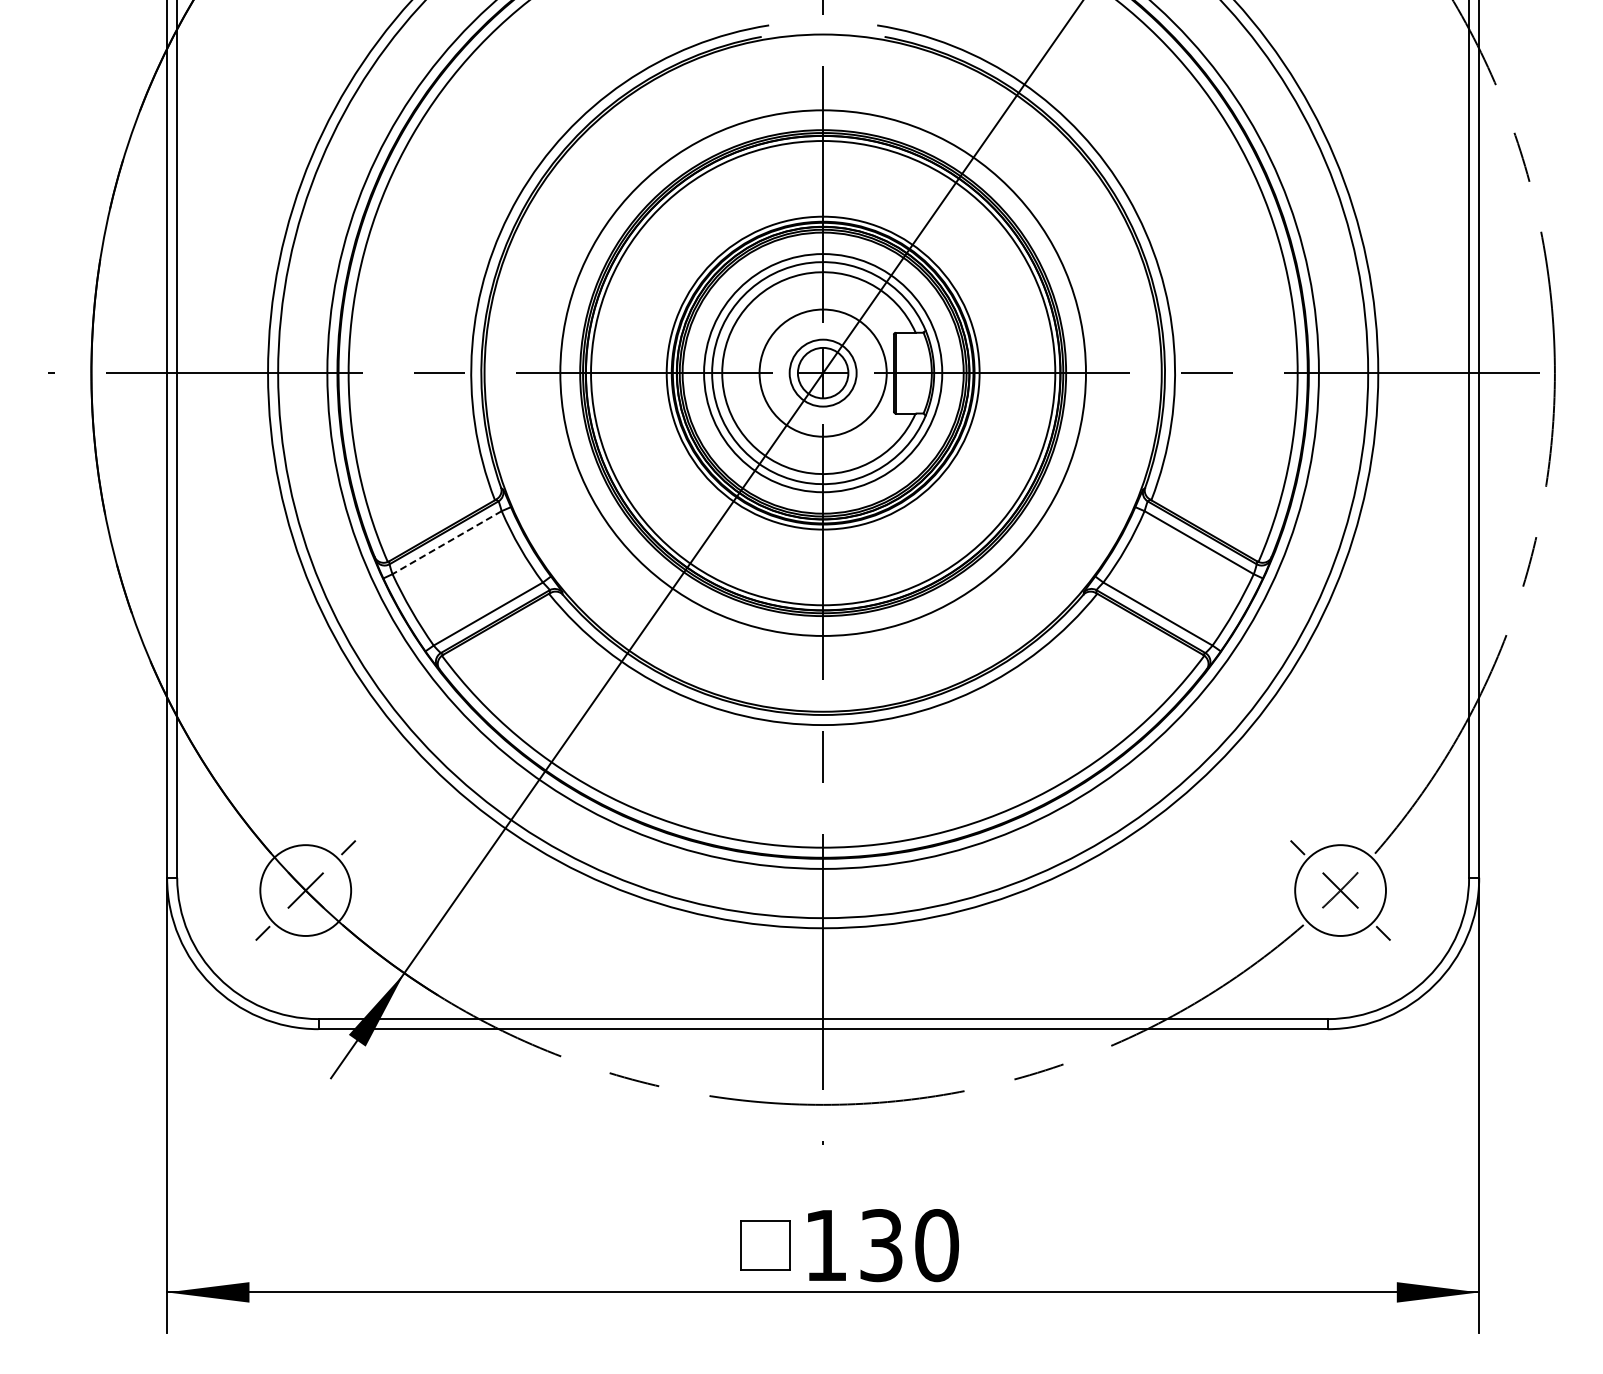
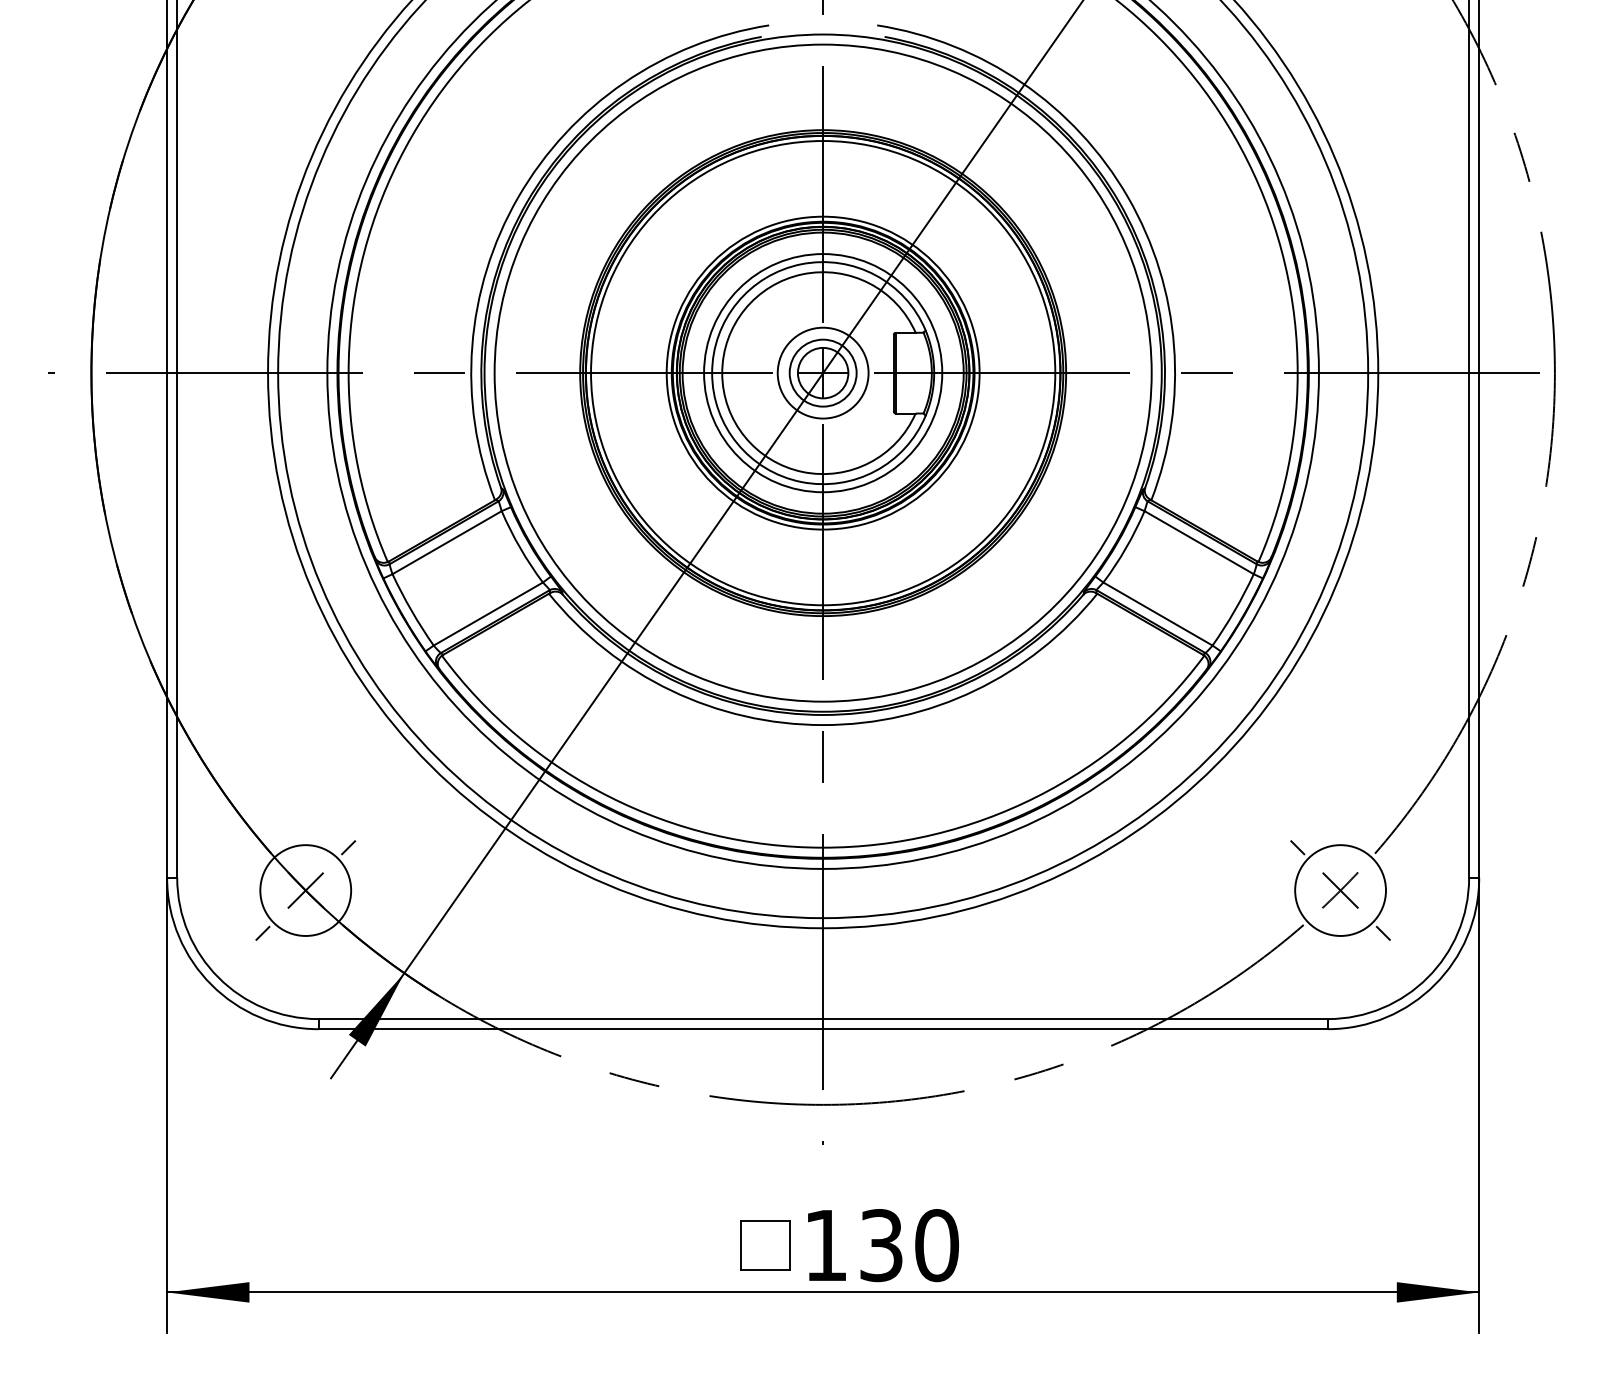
circle at (822, 372) diameter: 127 px -> 91 px
circle at (822, 372) diameter: 526 px -> 657 px
line at (446, 542): dashed -> solid
